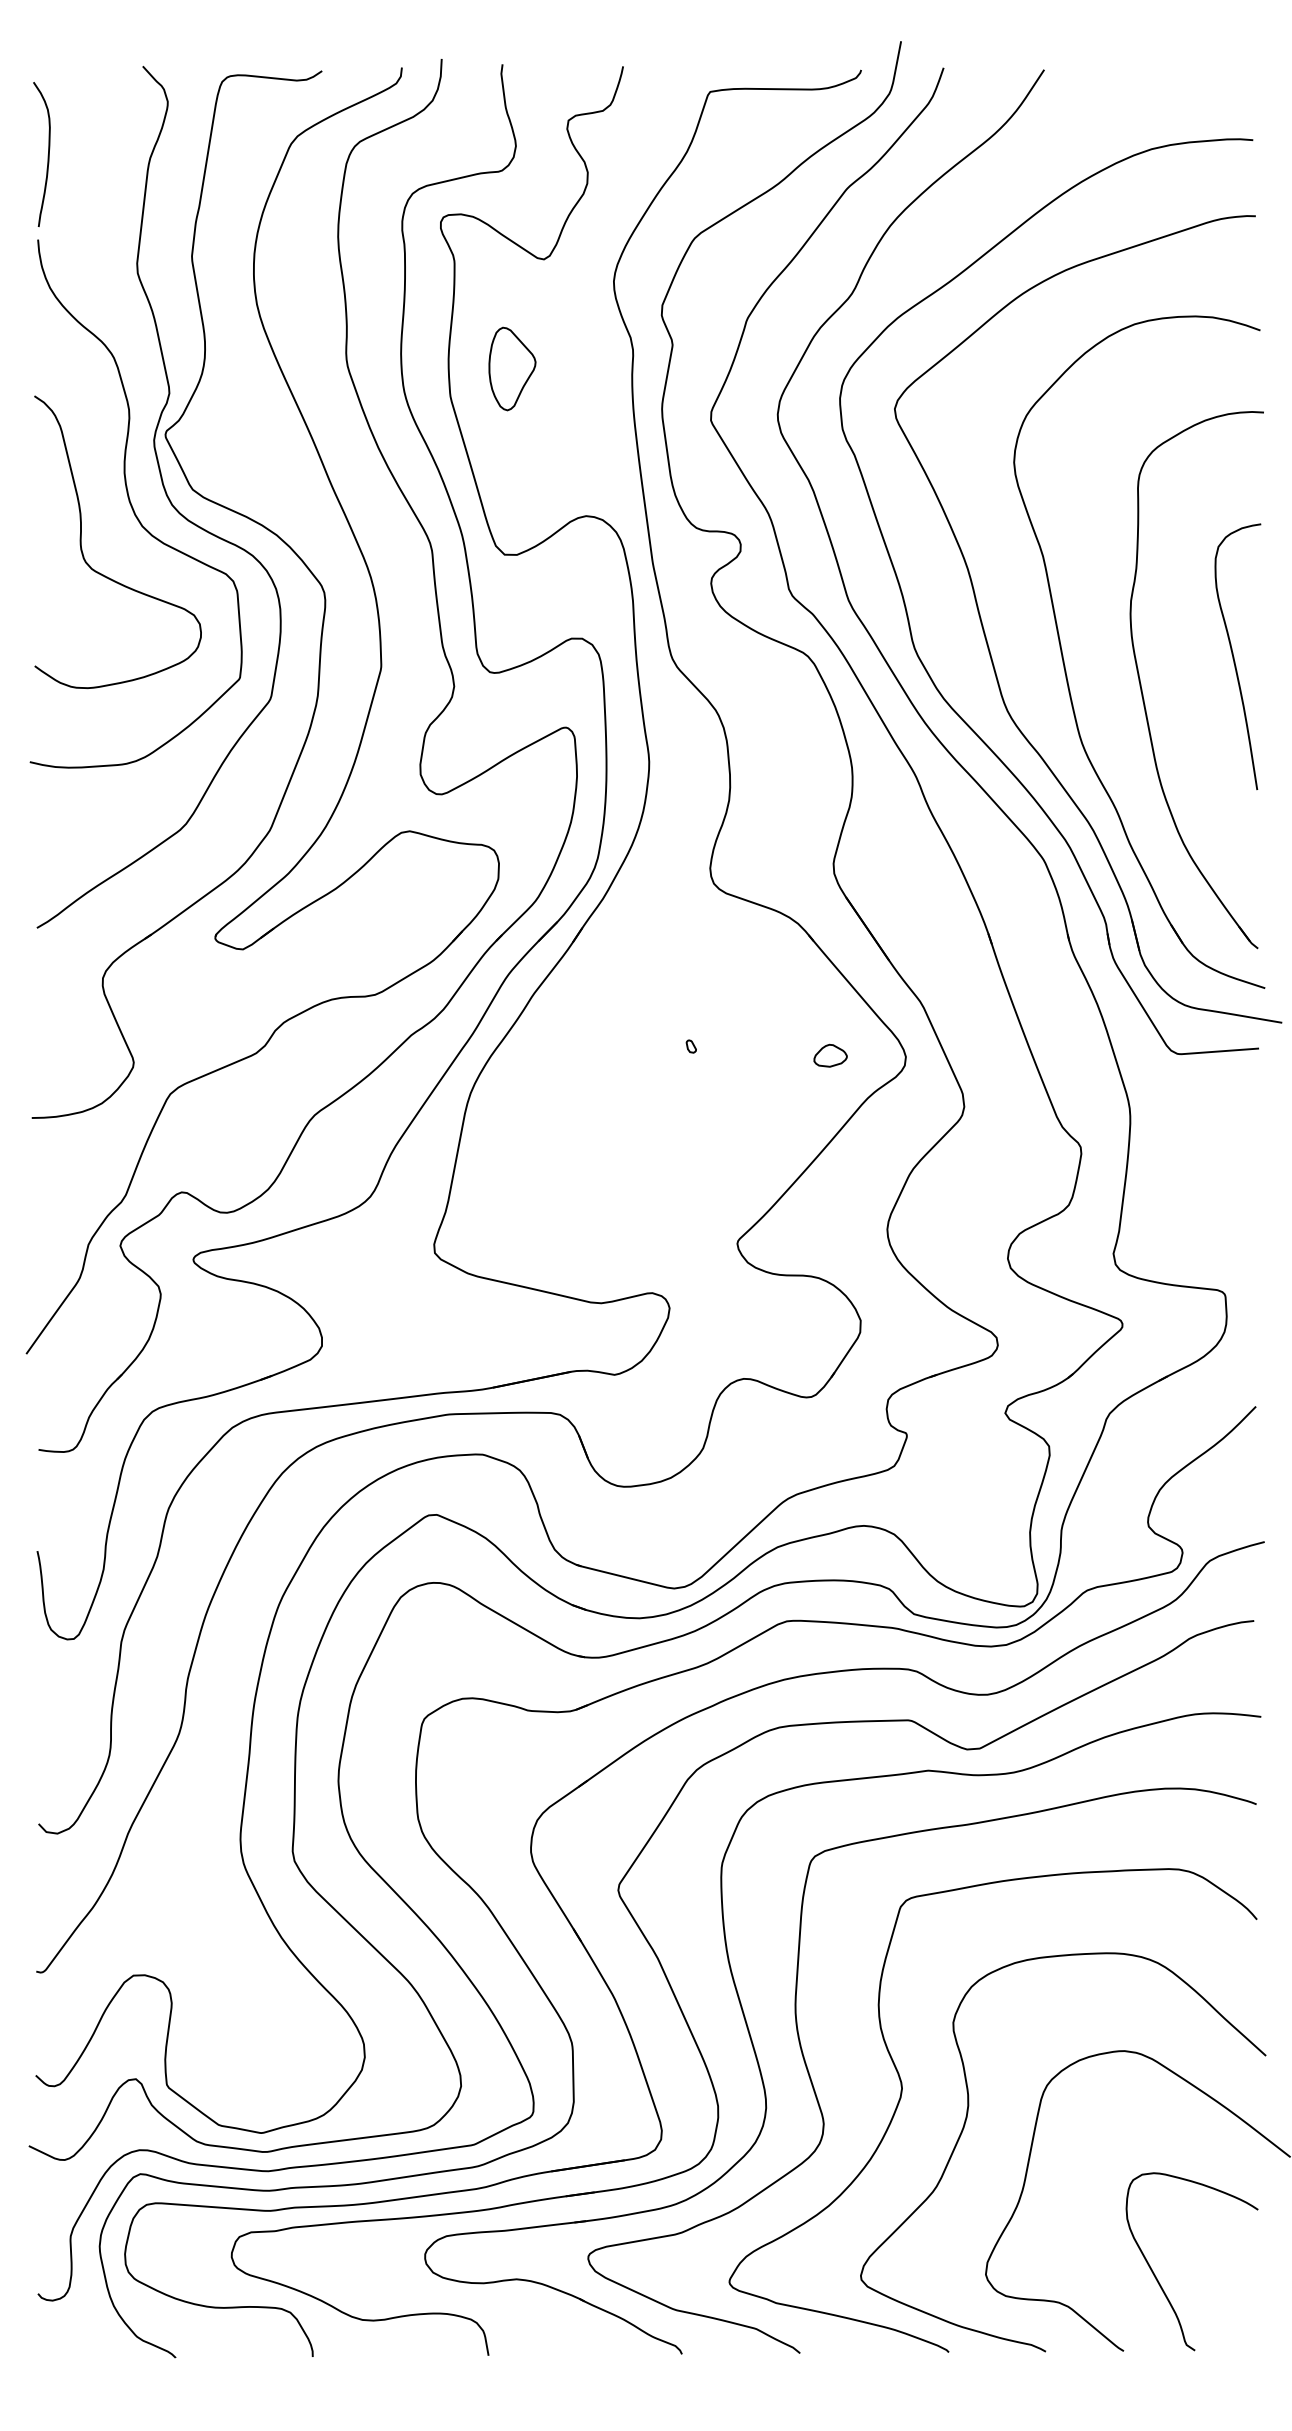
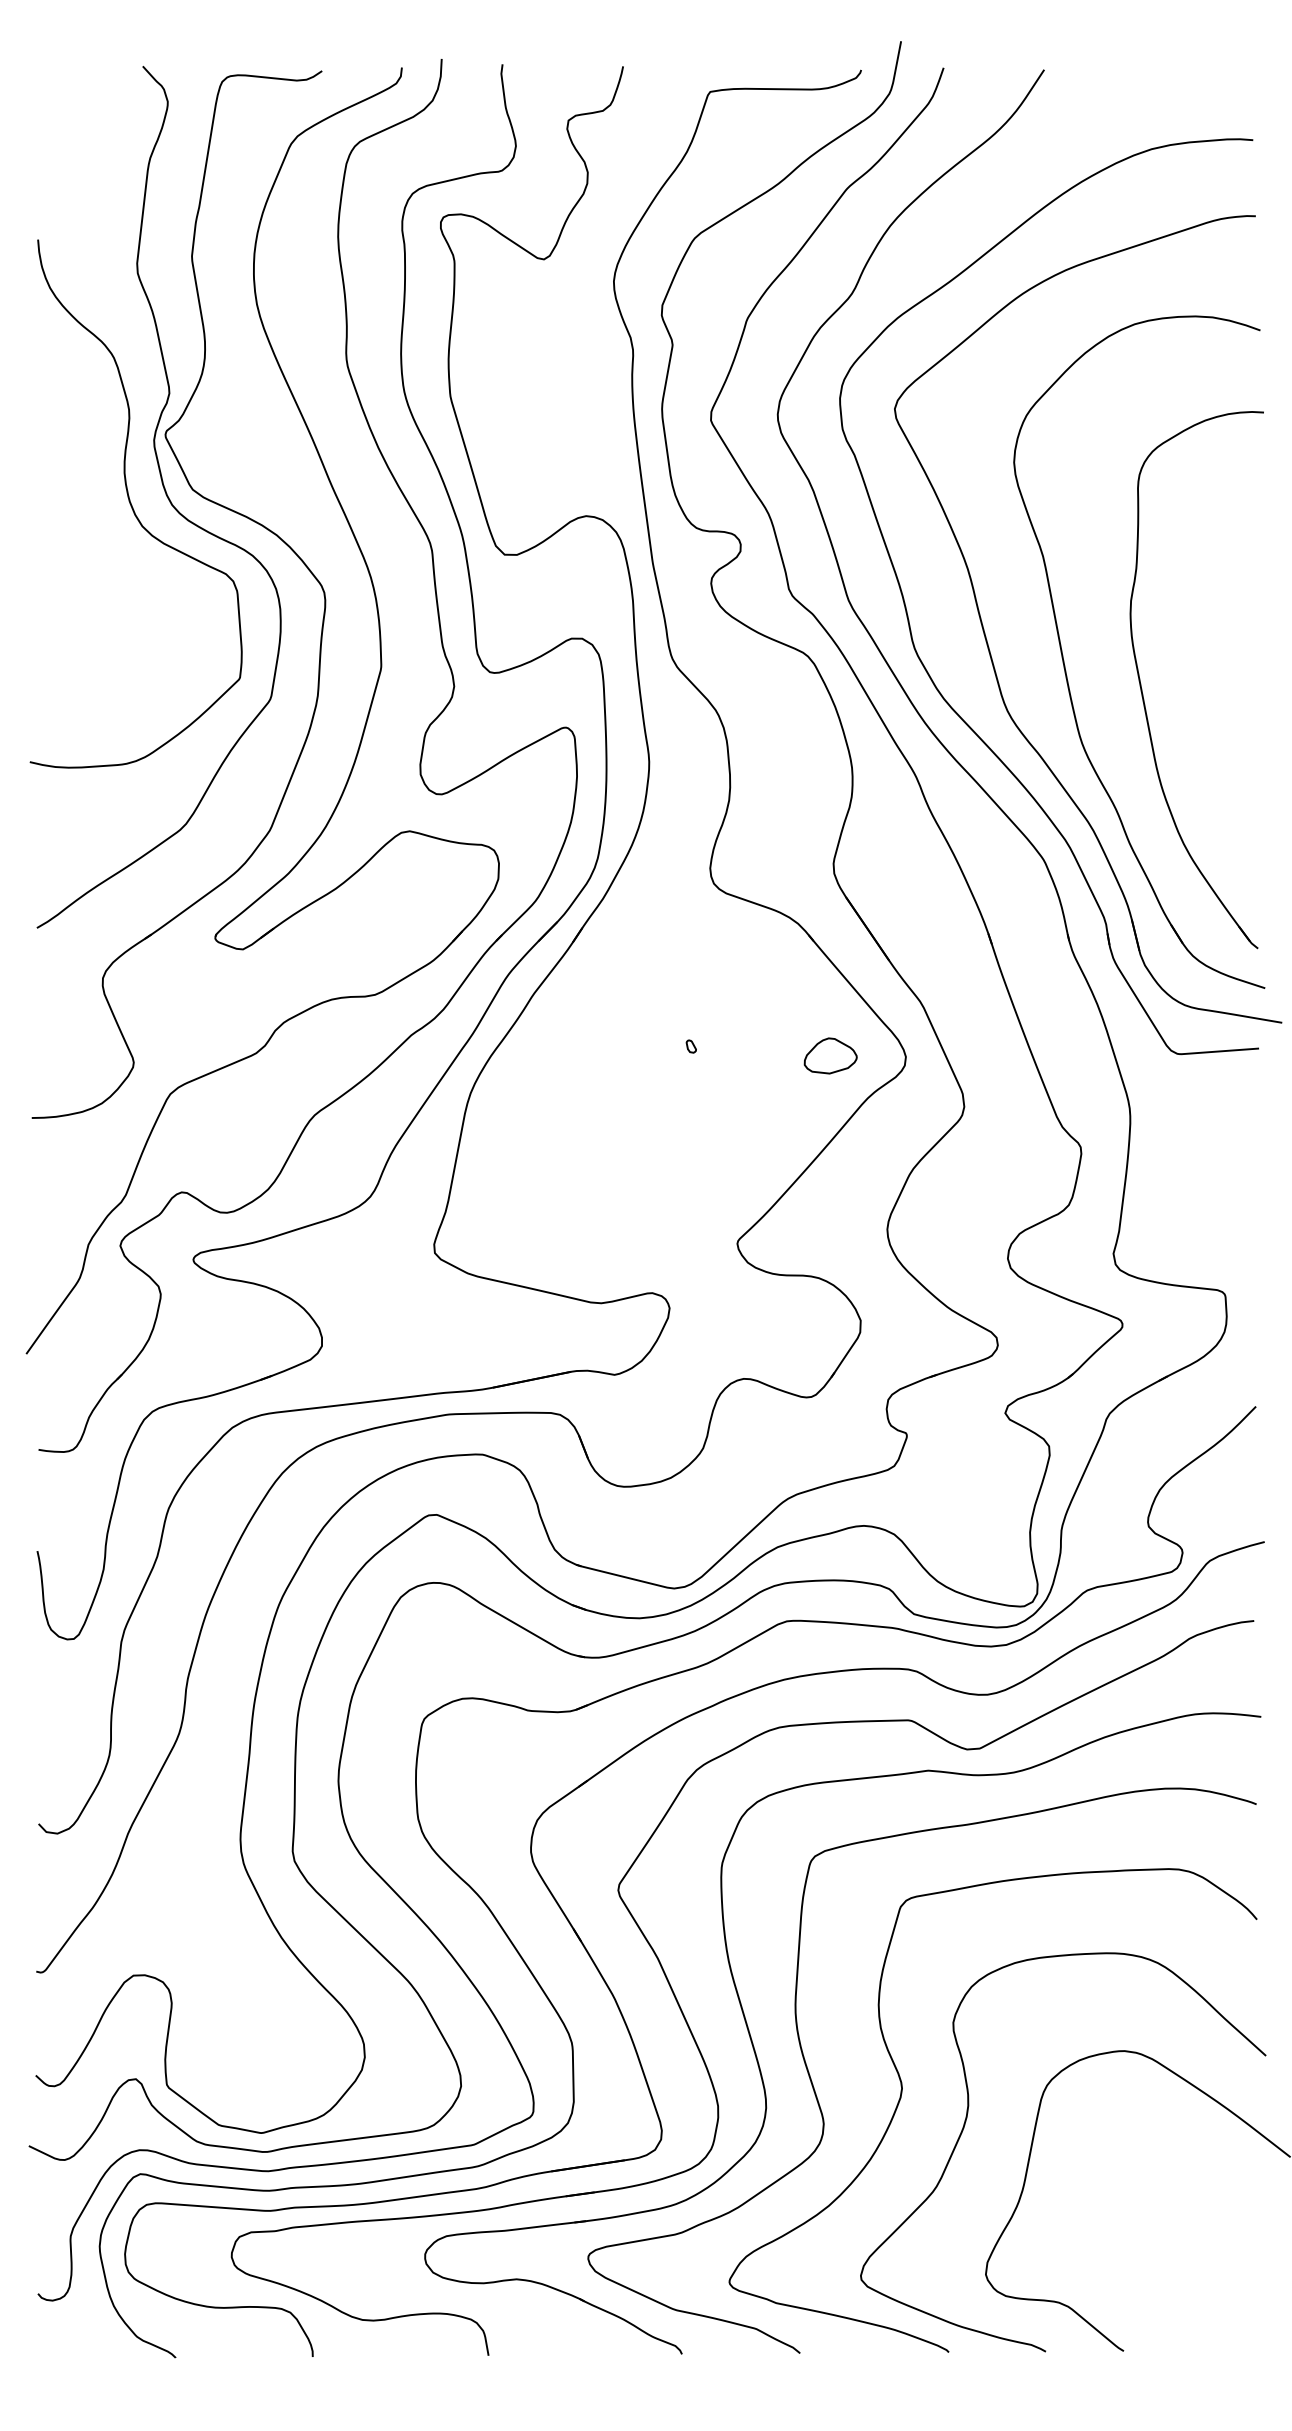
curve at (47, 155): present -> none
part at (512, 368): present -> none
curve at (101, 573): present -> none
curve at (1234, 656): present -> none
part at (830, 1055) size: 35x25 px -> 55x38 px
curve at (1157, 2278): present -> none
